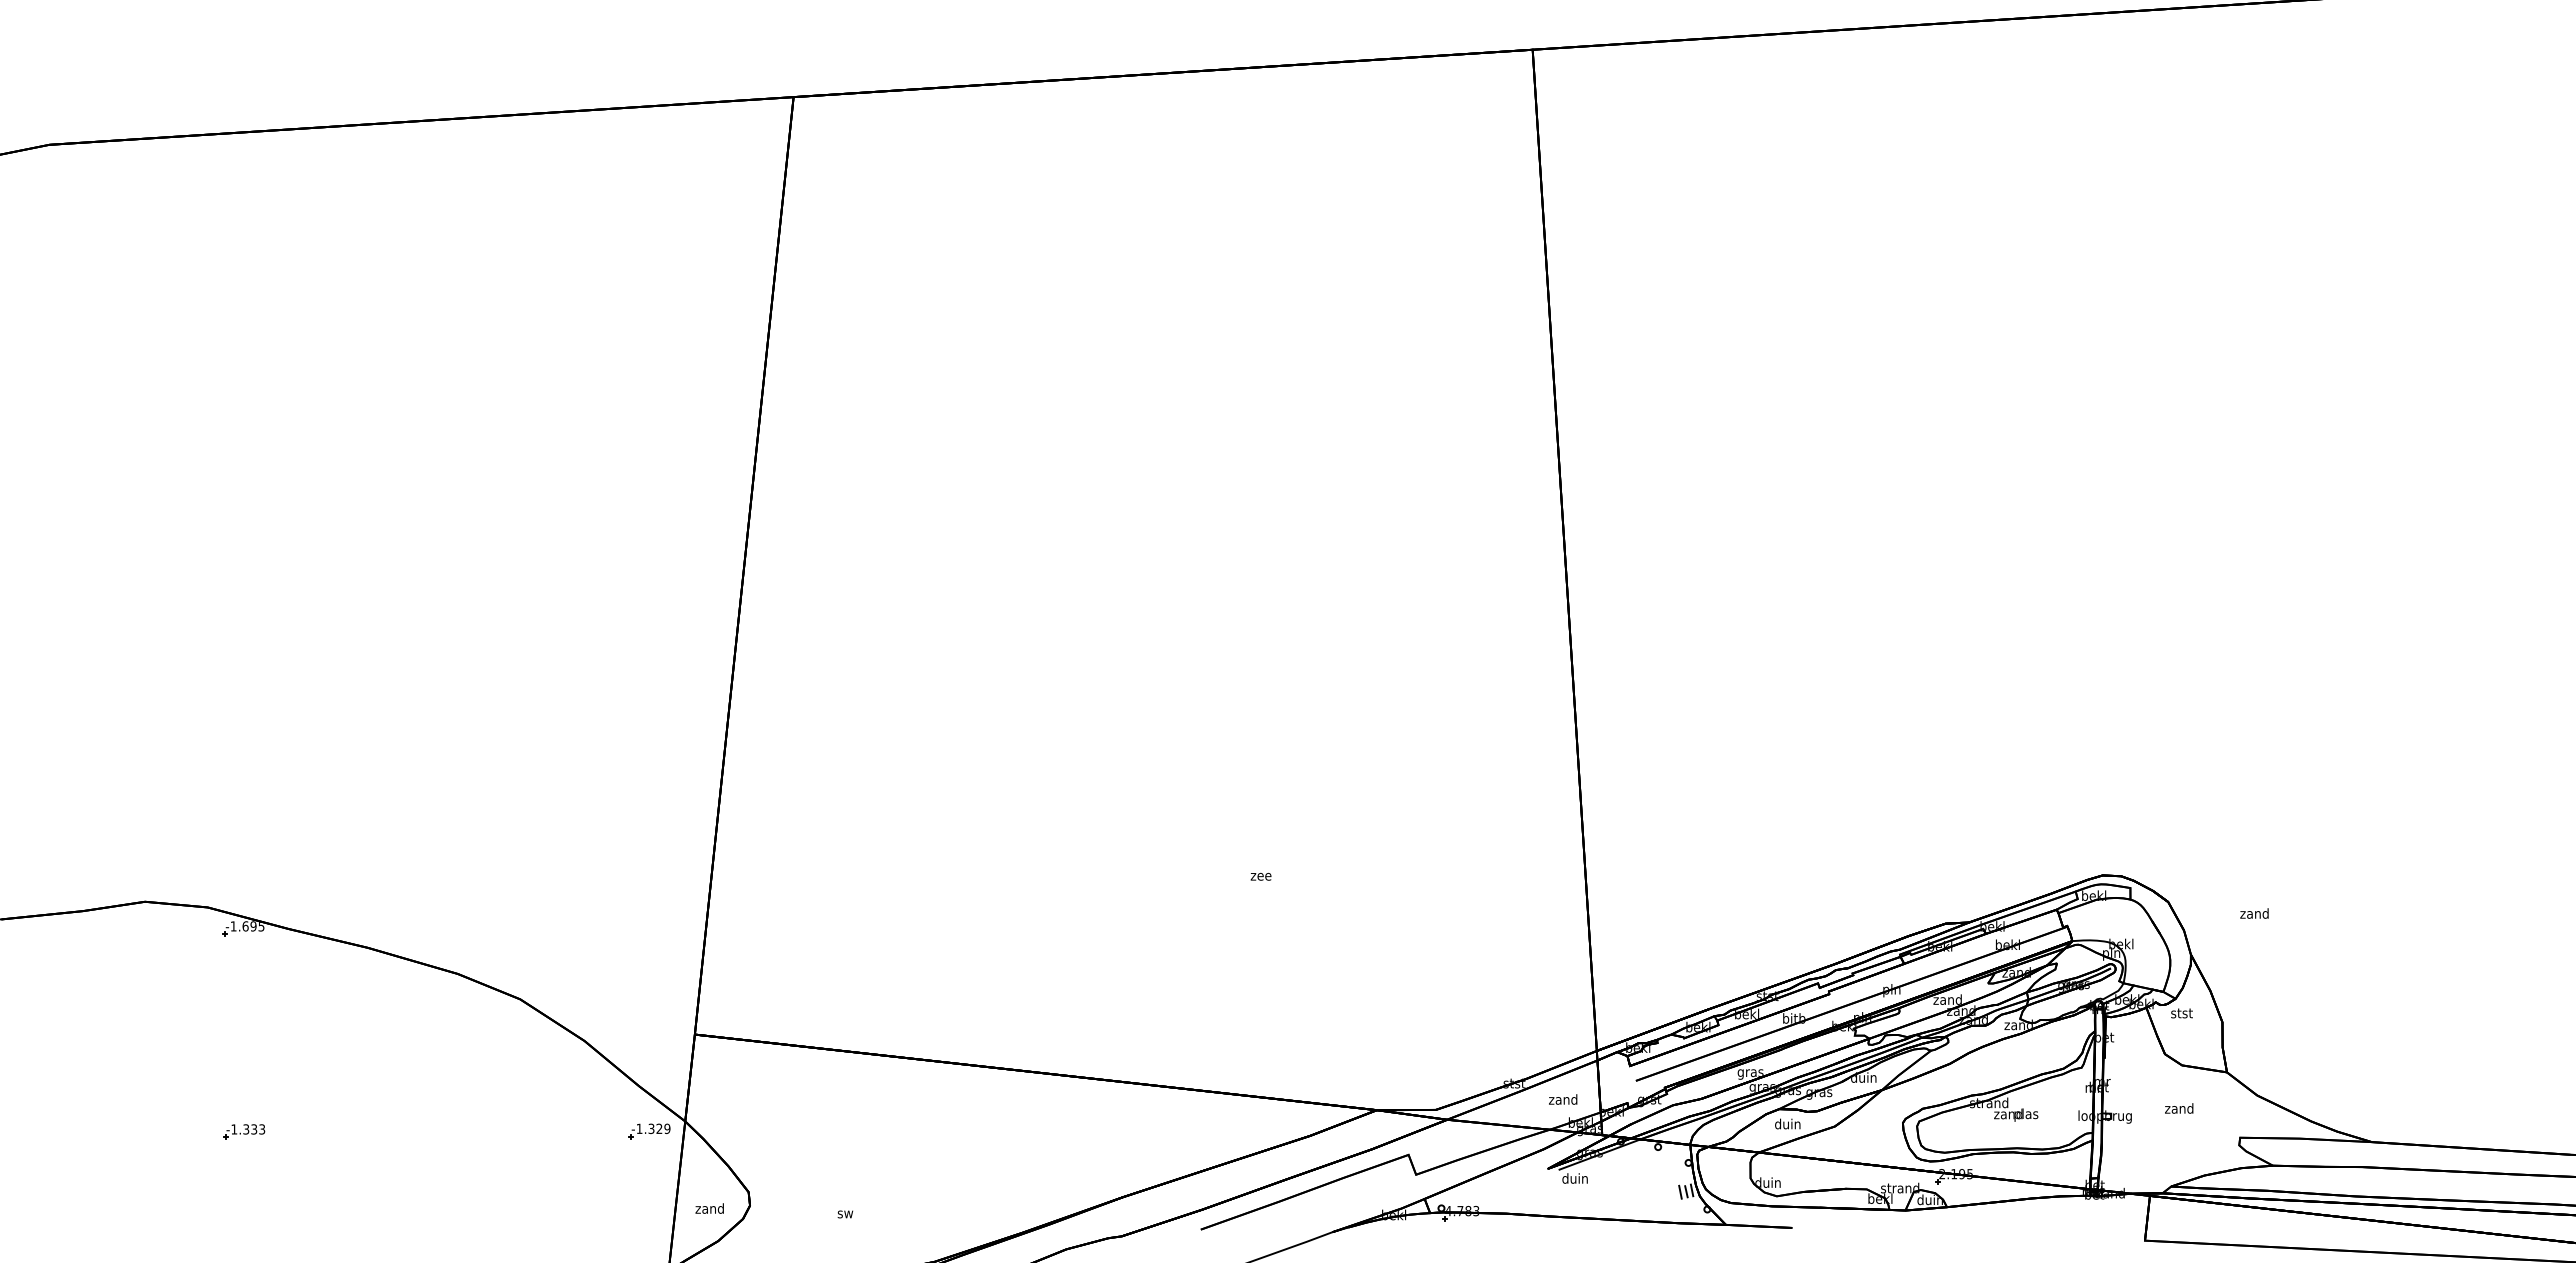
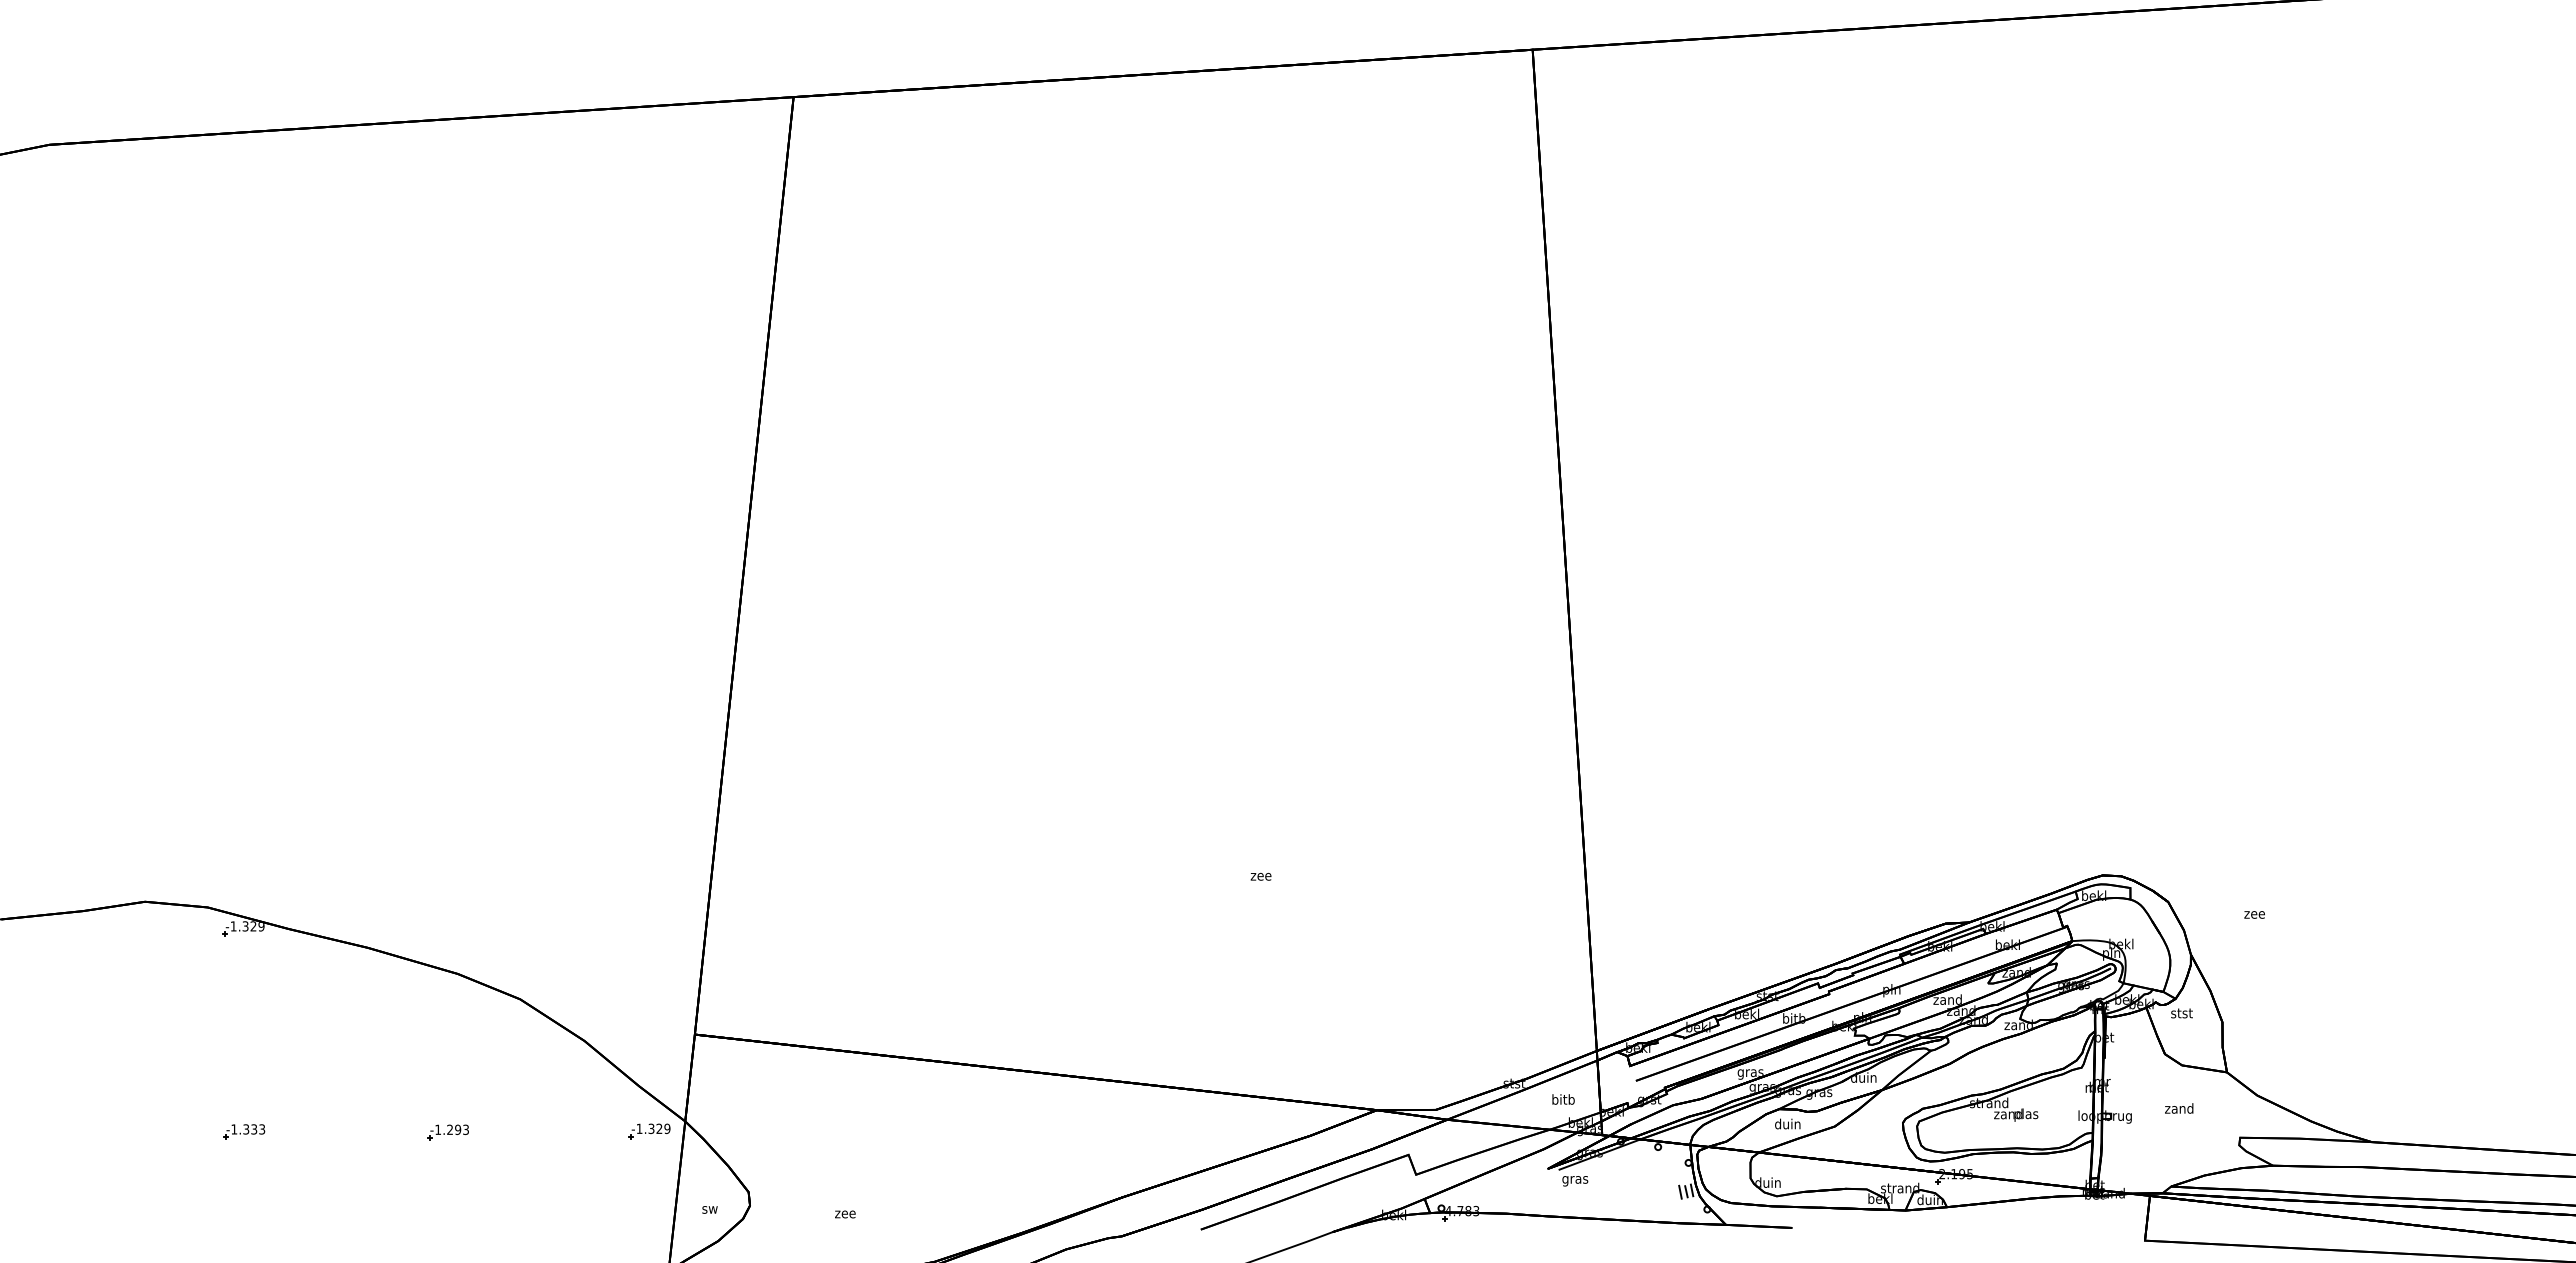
text at (2254, 913): zand -> zee
text at (253, 926): -1.695 -> -1.329
text at (1563, 1099): zand -> bitb
part at (447, 1132): none -> present
text at (1575, 1179): duin -> gras
text at (709, 1208): zand -> sw
text at (845, 1214): sw -> zee
